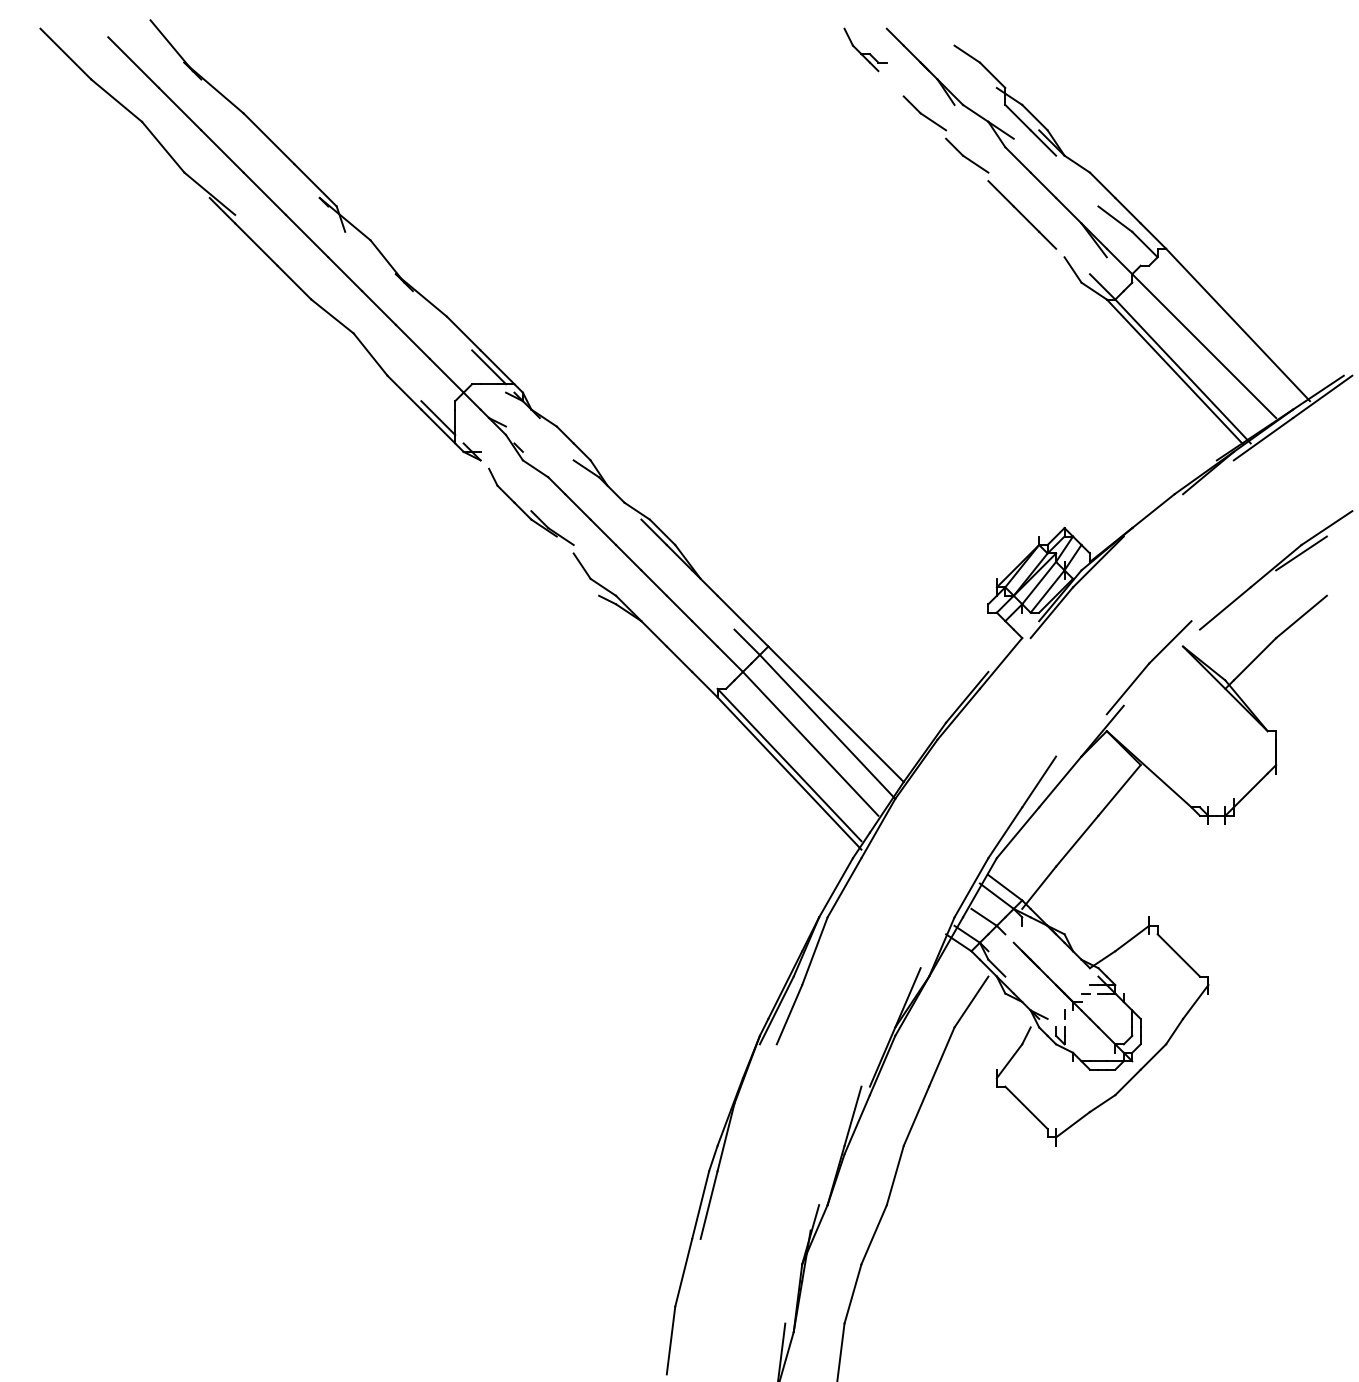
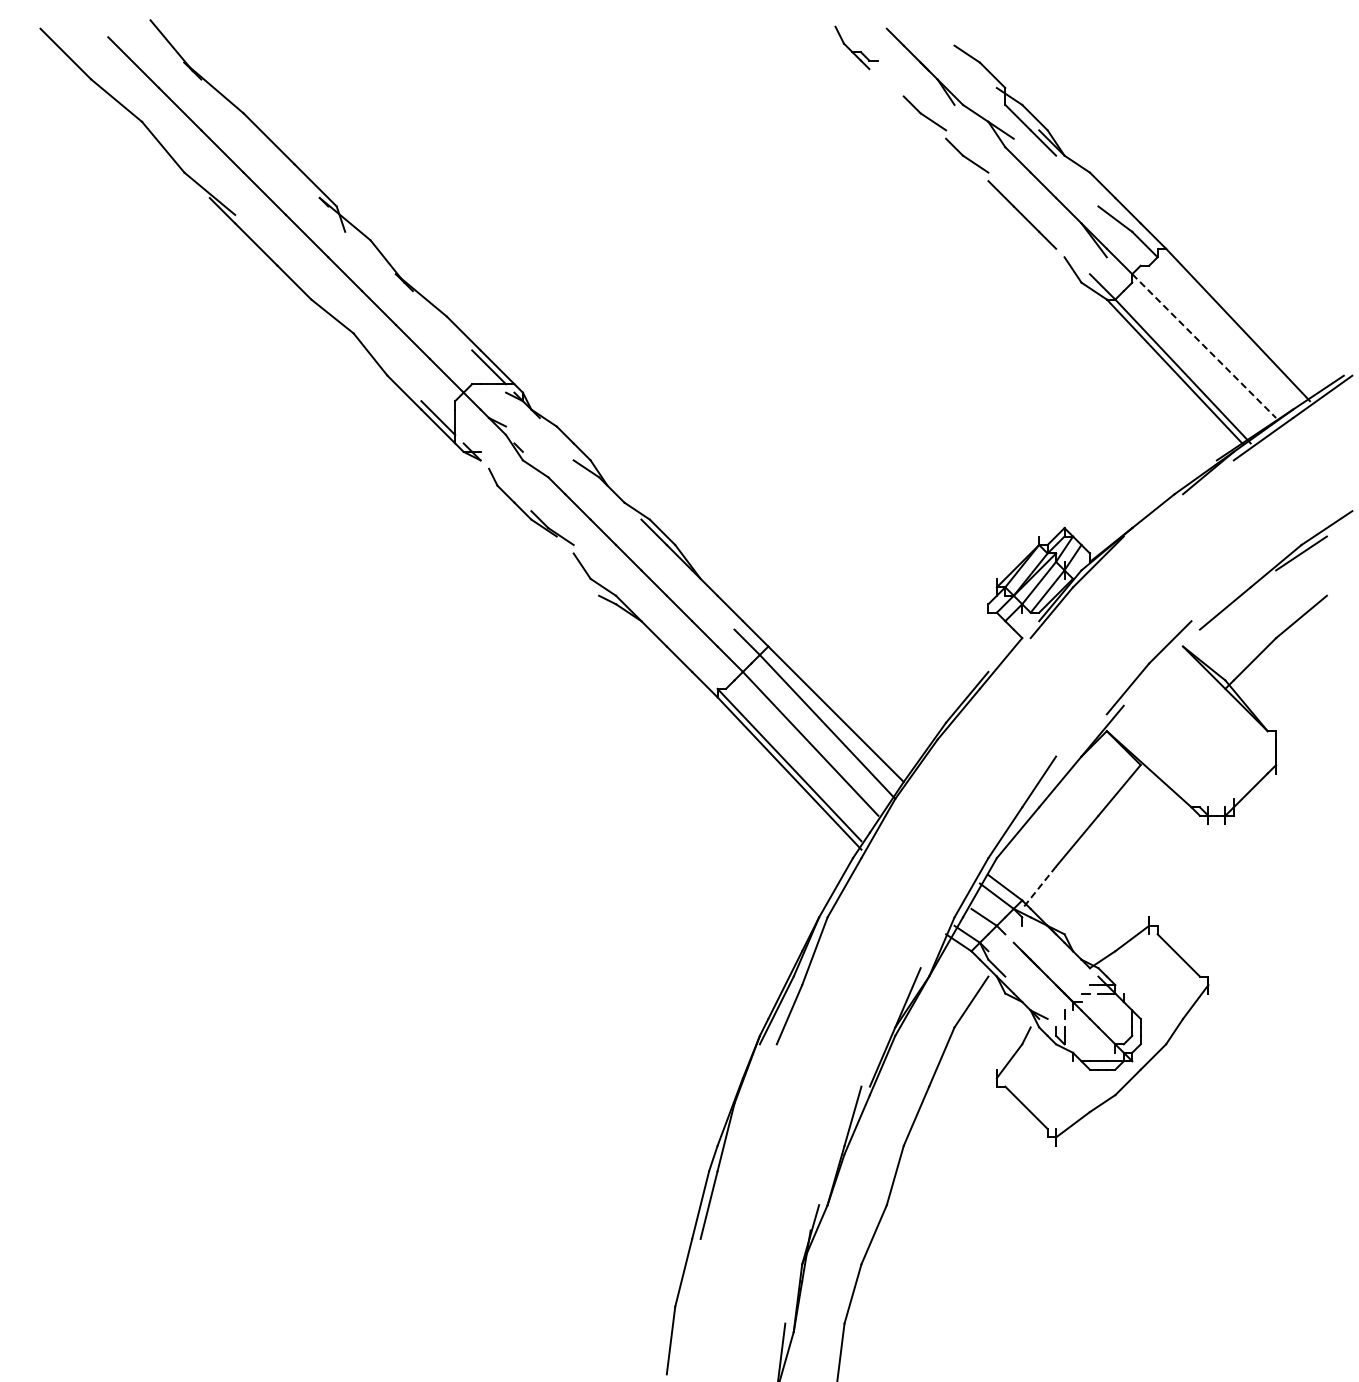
part at (865, 49) position: (865, 49) -> (856, 47)
line at (1204, 346): solid -> dashed
line at (1038, 888): solid -> dashed
